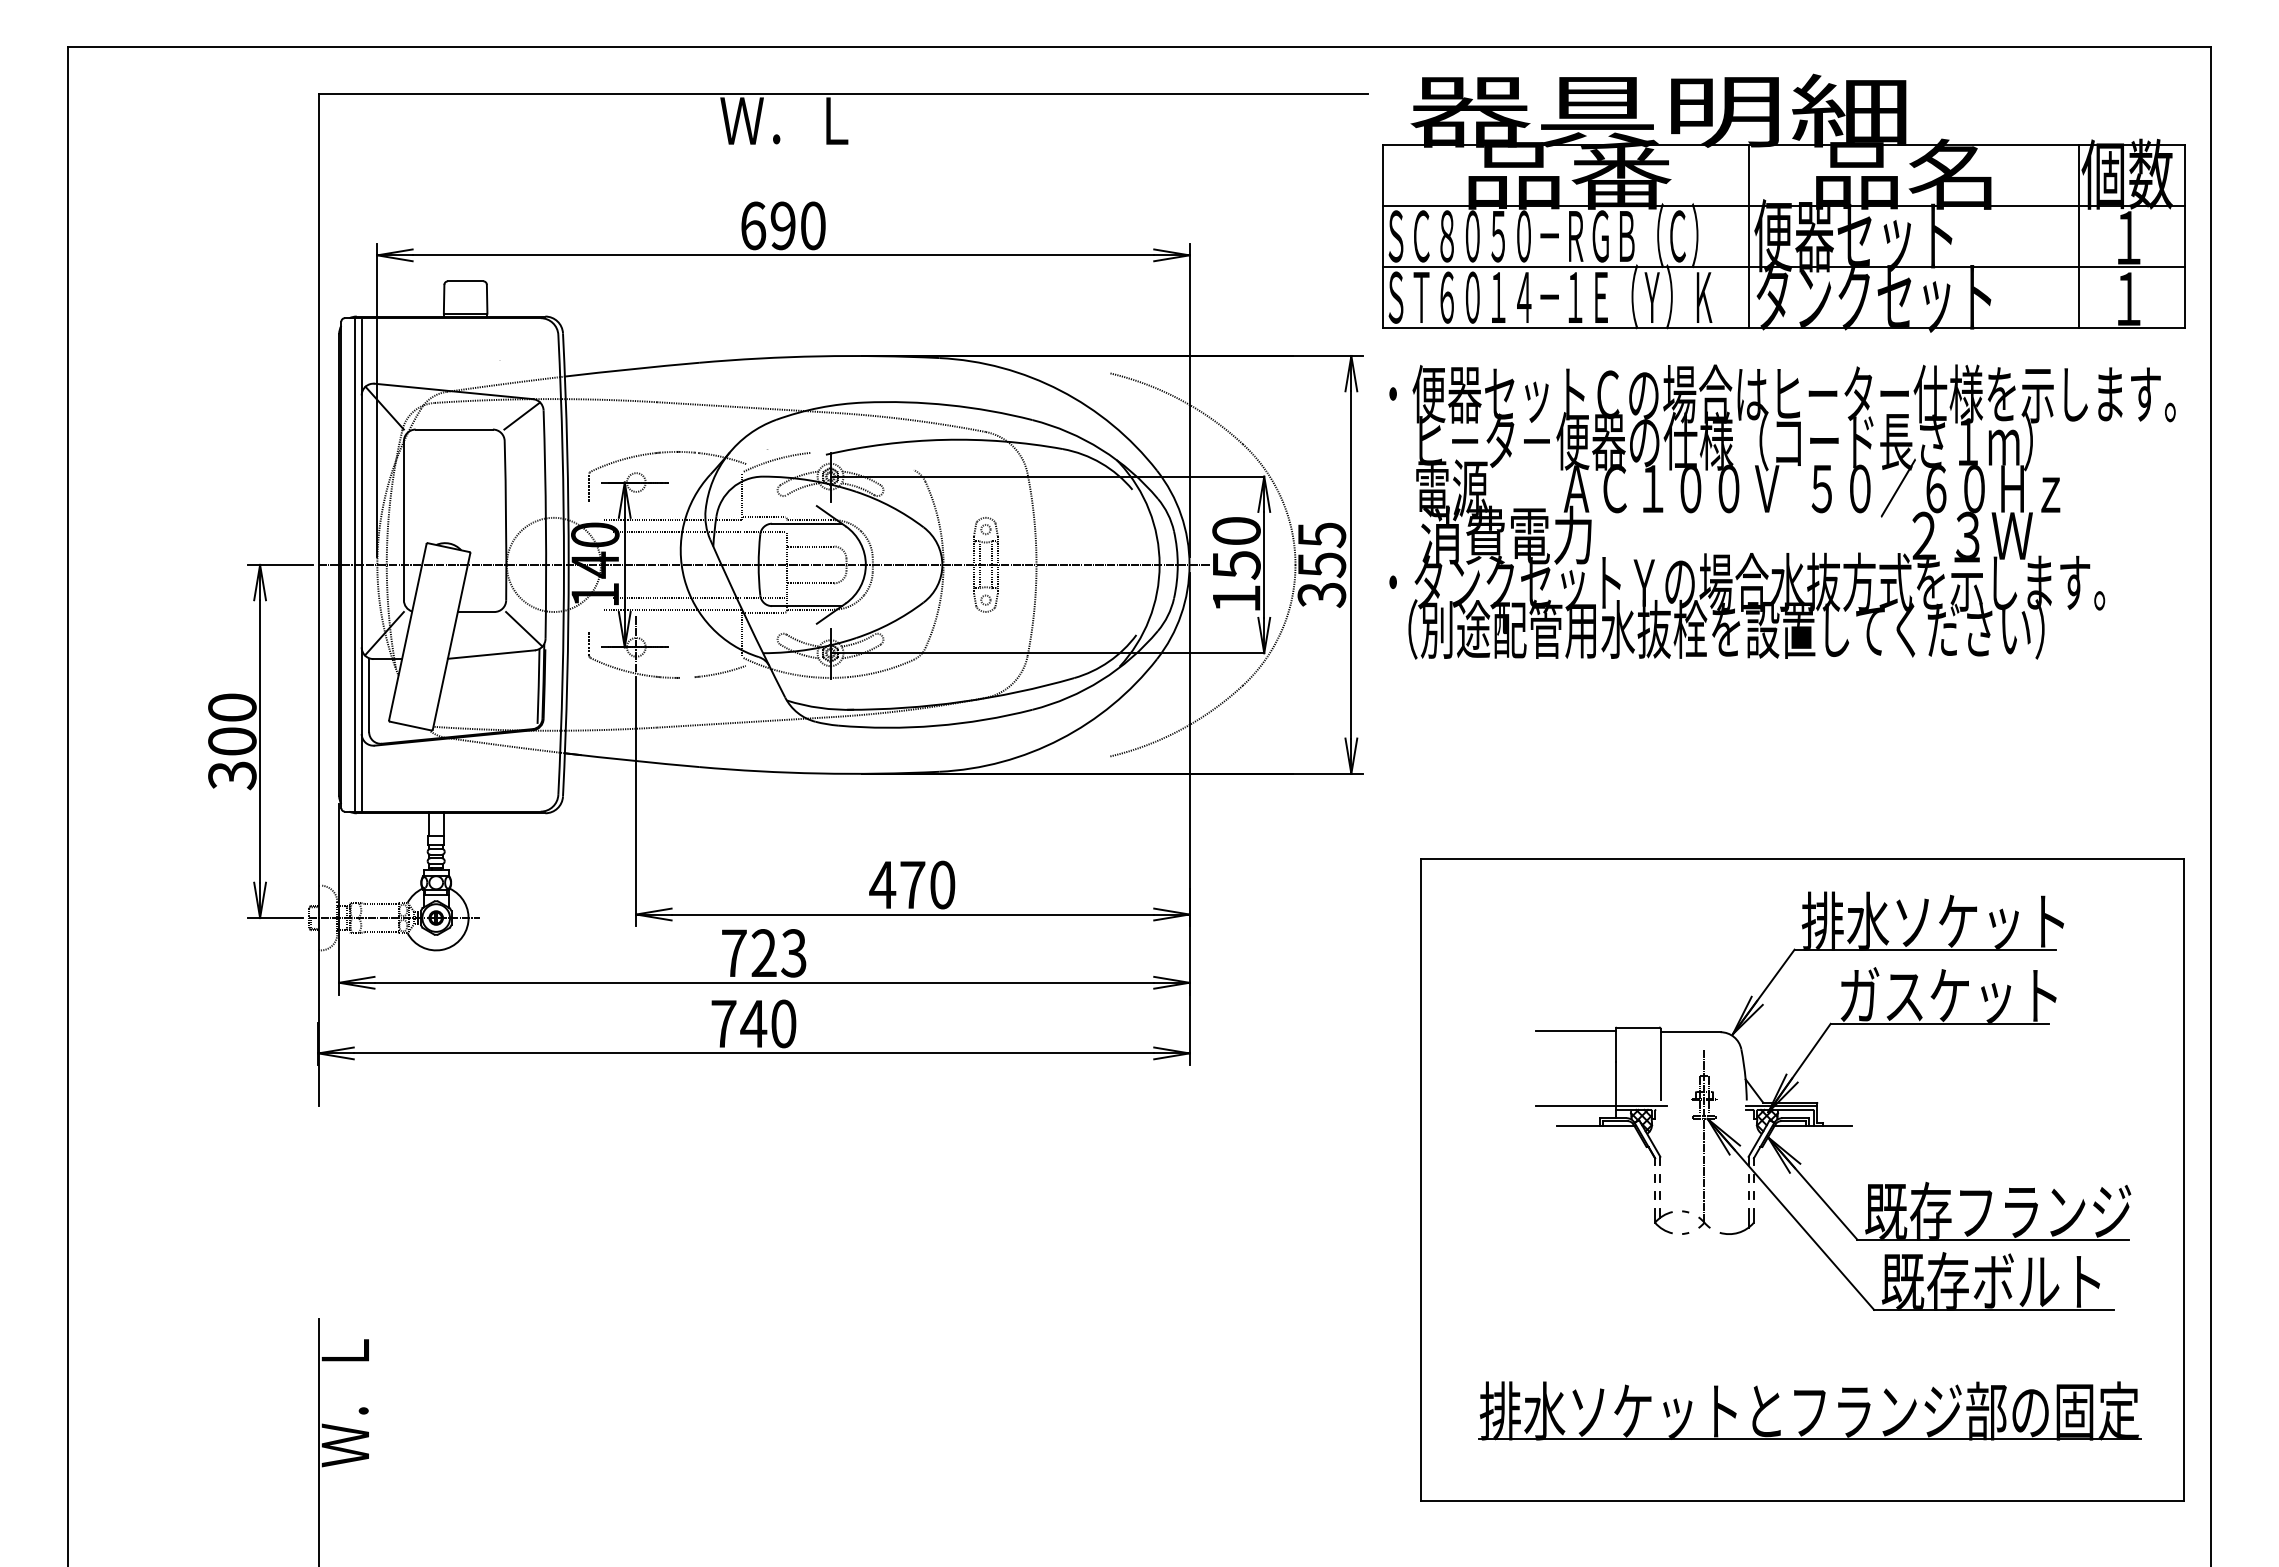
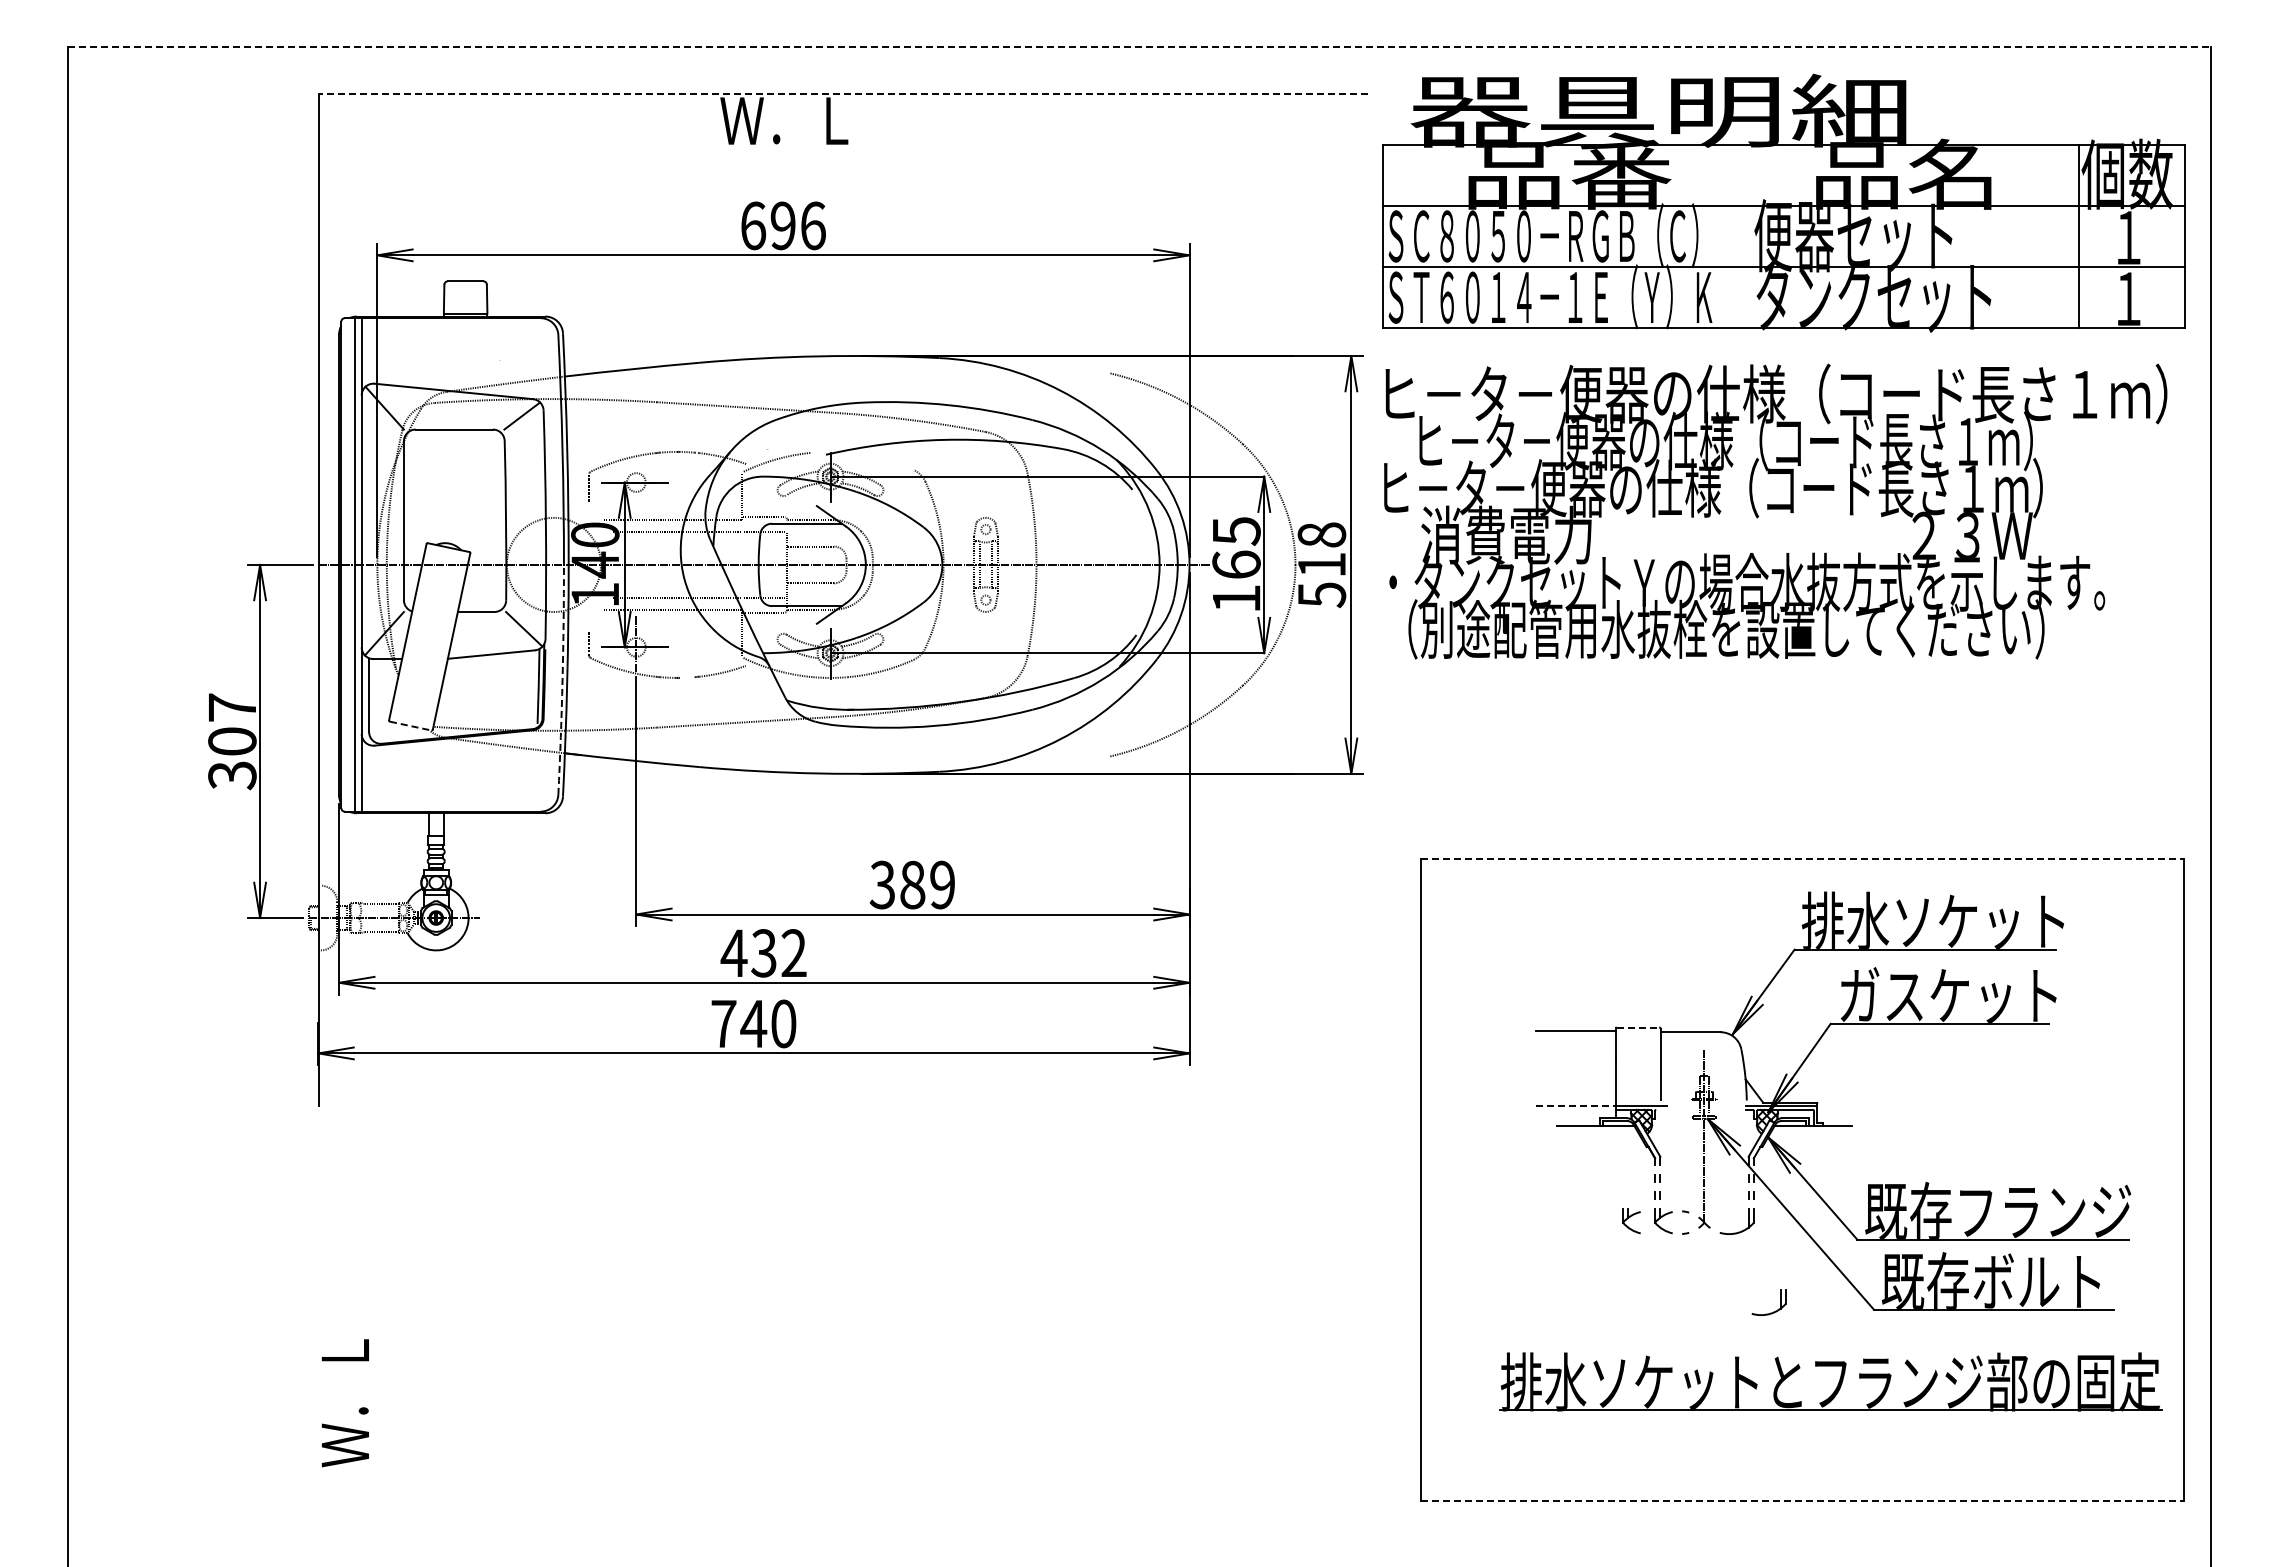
line at (1139, 47): solid -> dashed
line at (843, 94): solid -> dashed
text at (813, 225): 690 -> 696
line at (1749, 236): present -> none
text at (1780, 393): ・便器セットＣの場合はヒーター仕様を示します。 -> ヒ－タ－便器の仕様（コード長さ１ｍ）
text at (1722, 487): 電源        ＡＣ１００Ｖ  ５０／６０Ｈｚ -> ヒ－タ－便器の仕様（コード長さ１ｍ）
text at (1236, 548): 150 -> 165
text at (1321, 565): 355 -> 518
arc at (562, 679): solid -> dashed
text at (232, 707): 300 -> 307
line at (411, 726): solid -> dashed
line at (1802, 859): solid -> dashed
text at (912, 884): 470 -> 389
text at (763, 953): 723 -> 432
line at (1638, 1027): solid -> dashed
line at (1576, 1106): solid -> dashed
part at (1631, 1221): none -> present
part at (1770, 1312): none -> present
part at (1816, 1413) position: (1816, 1413) -> (1837, 1384)
line at (318, 1441): present -> none
line at (1802, 1500): solid -> dashed
